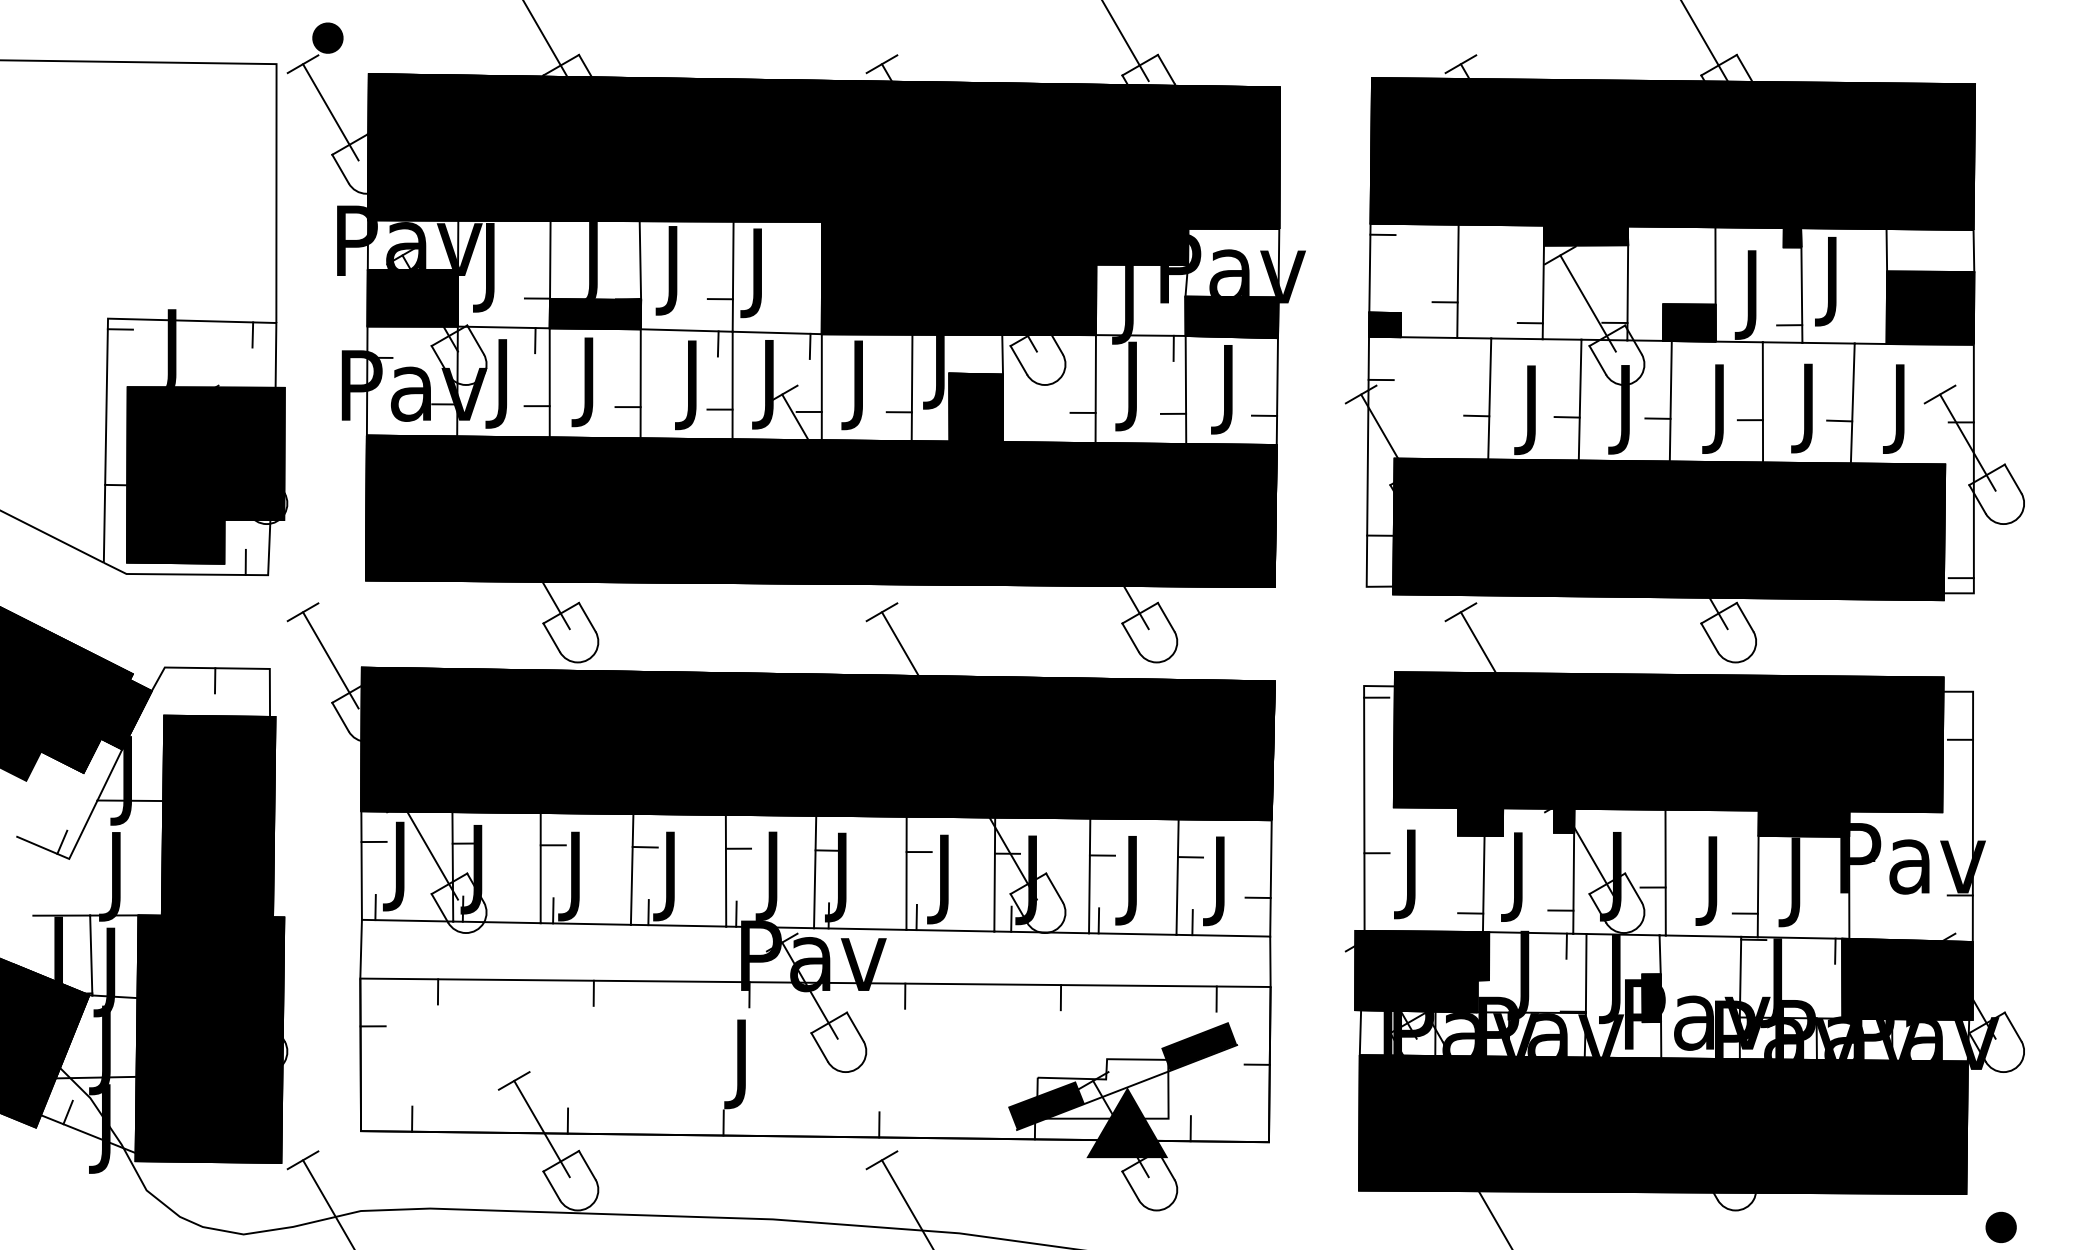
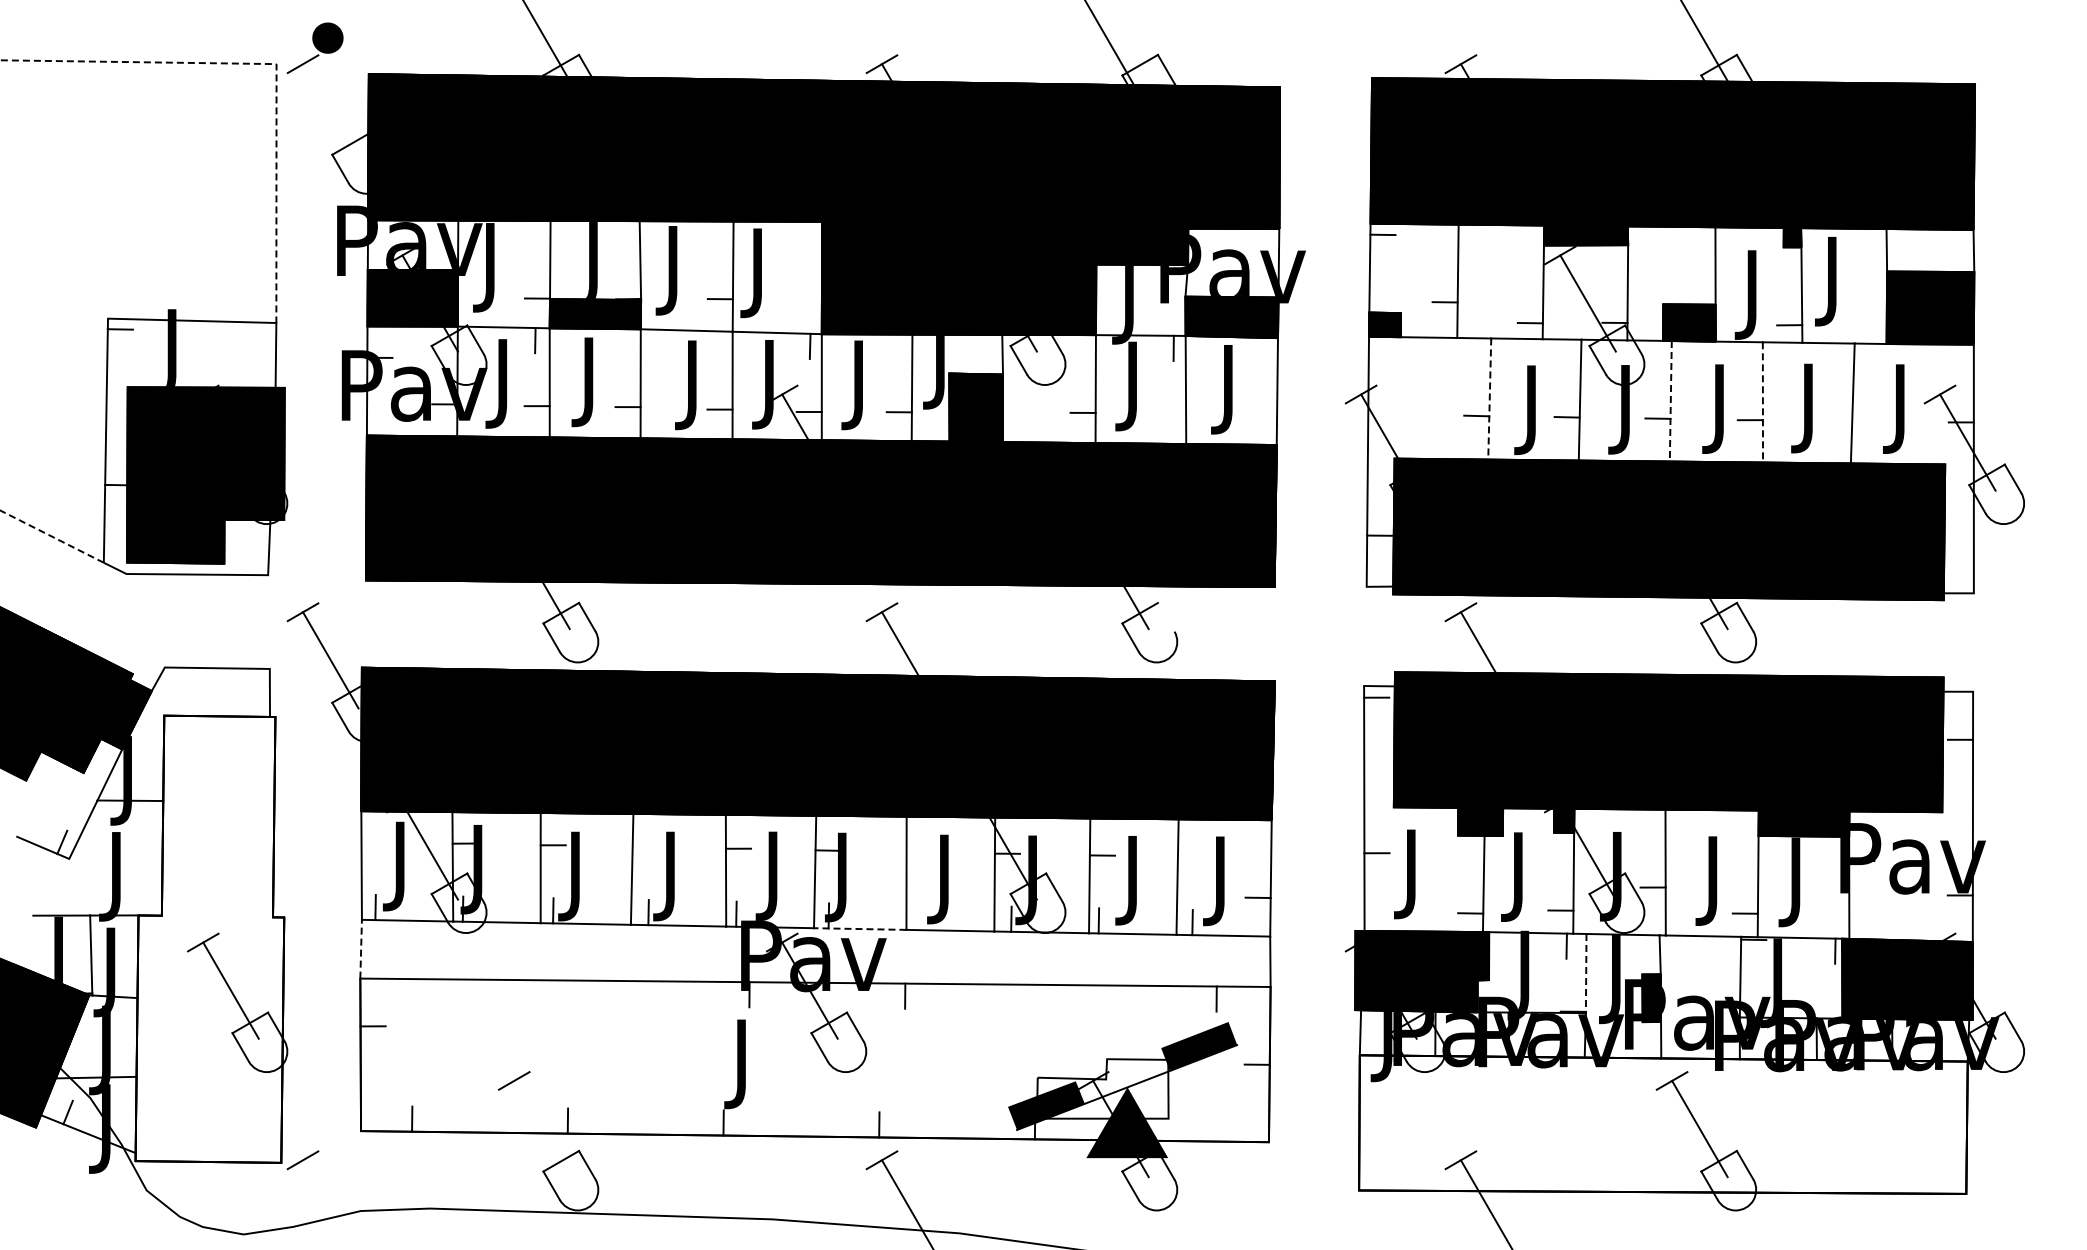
line at (1125, 41) position: (1125, 41) -> (1110, 45)
line at (268, 64): solid -> dashed
line at (330, 112): present -> none
line at (252, 334): present -> none
line at (717, 343): present -> none
line at (1380, 379): present -> none
line at (1489, 399): solid -> dashed
line at (1670, 401): solid -> dashed
line at (1762, 402): solid -> dashed
line at (1173, 413): present -> none
line at (1264, 415): present -> none
line at (1839, 420): present -> none
line at (52, 536): solid -> dashed
line at (245, 562): present -> none
line at (1960, 578): present -> none
line at (1165, 617): present -> none
line at (215, 680): present -> none
line at (373, 841): present -> none
line at (644, 846): present -> none
line at (918, 852): present -> none
line at (1190, 857): present -> none
line at (916, 917): present -> none
line at (859, 929): solid -> dashed
fill at (209, 938): present -> none
line at (361, 948): solid -> dashed
line at (1586, 973): solid -> dashed
line at (437, 991): present -> none
line at (593, 992): present -> none
line at (1060, 997): present -> none
fill at (1663, 1124): present -> none
line at (541, 1128): present -> none
line at (1190, 1128): present -> none
line at (328, 1203): present -> none
part at (2000, 1226): present -> none
